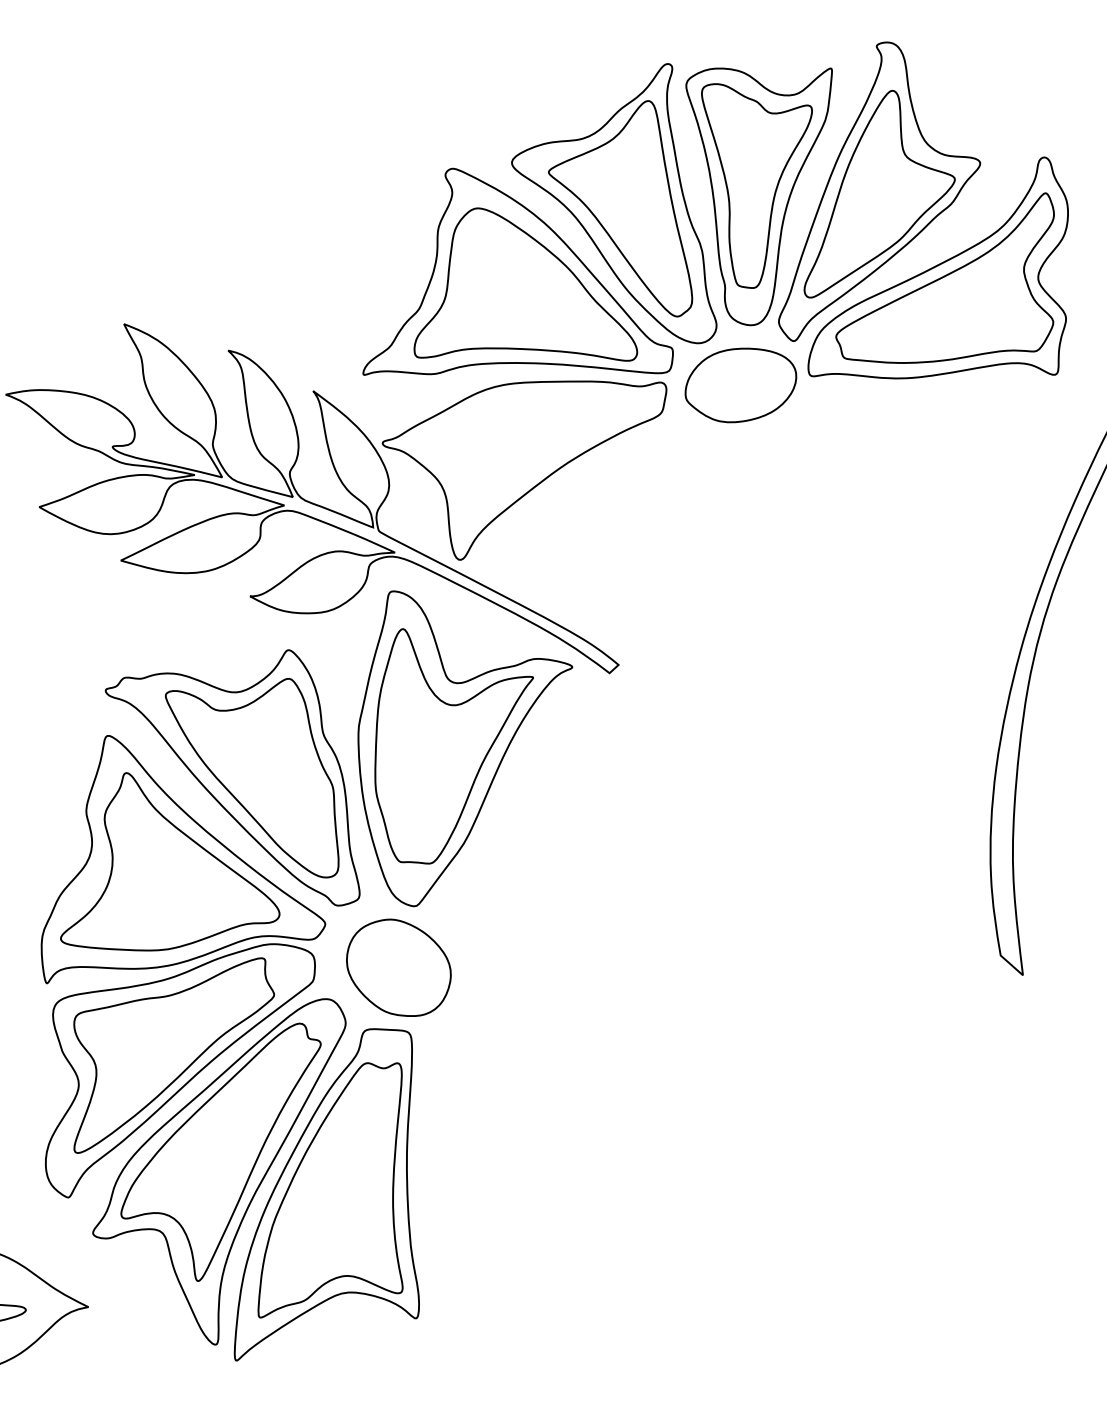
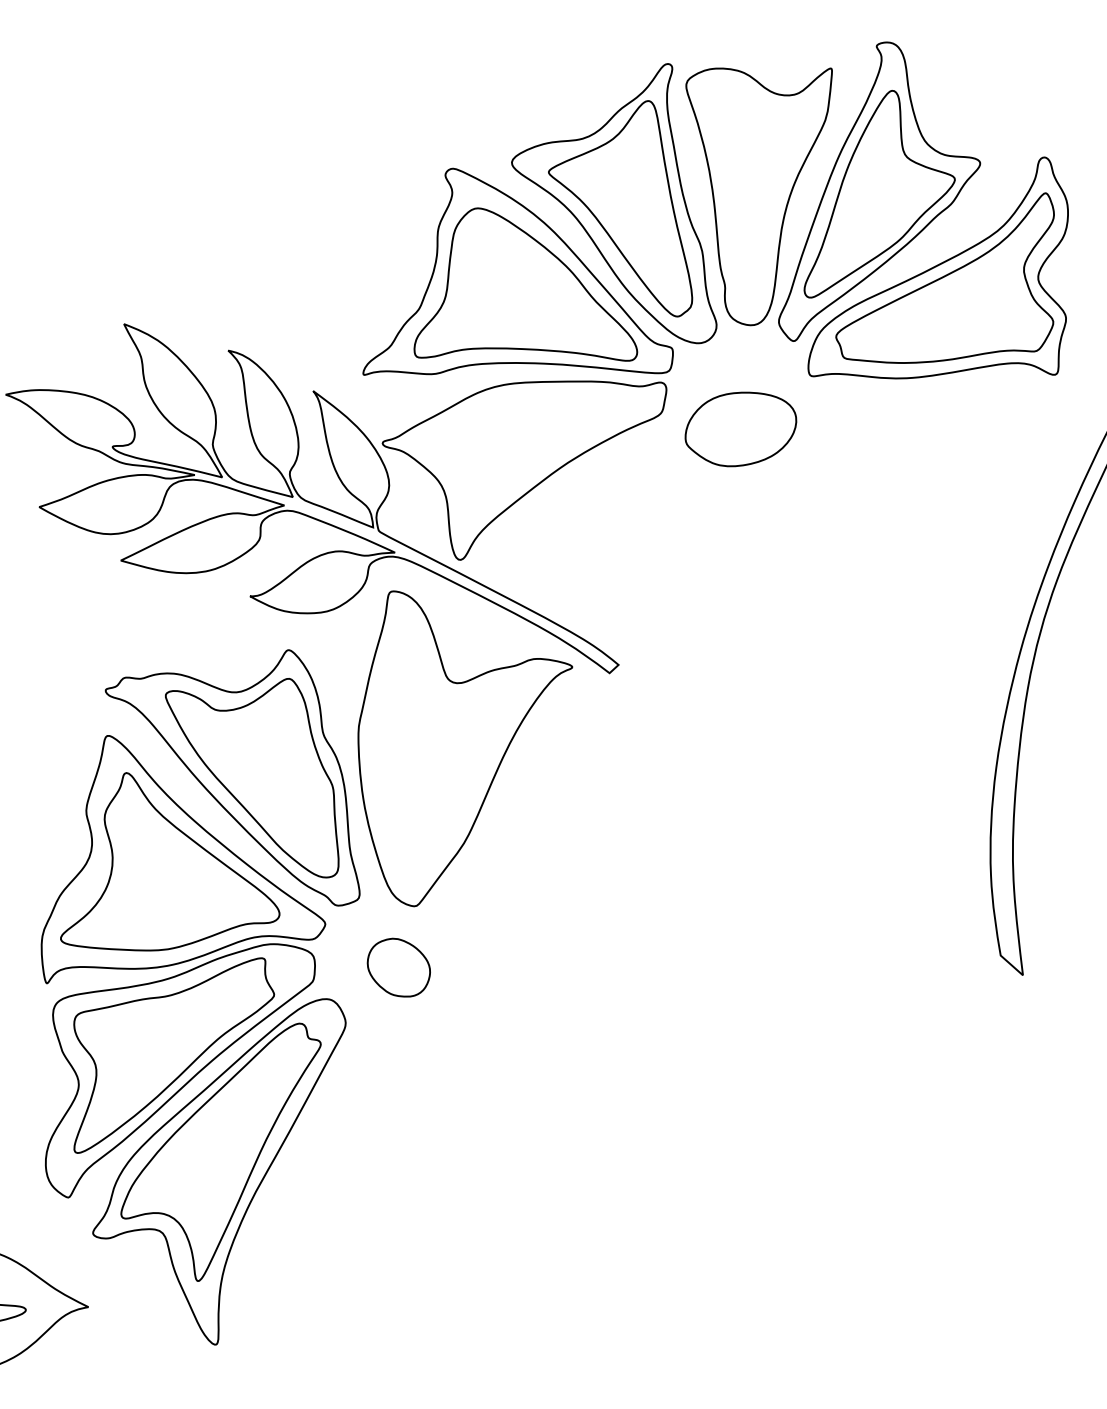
part at (756, 185): present -> none
part at (740, 385) position: (740, 385) -> (740, 429)
part at (453, 746): present -> none
part at (398, 967) size: 106x99 px -> 65x61 px
part at (326, 1194): present -> none
